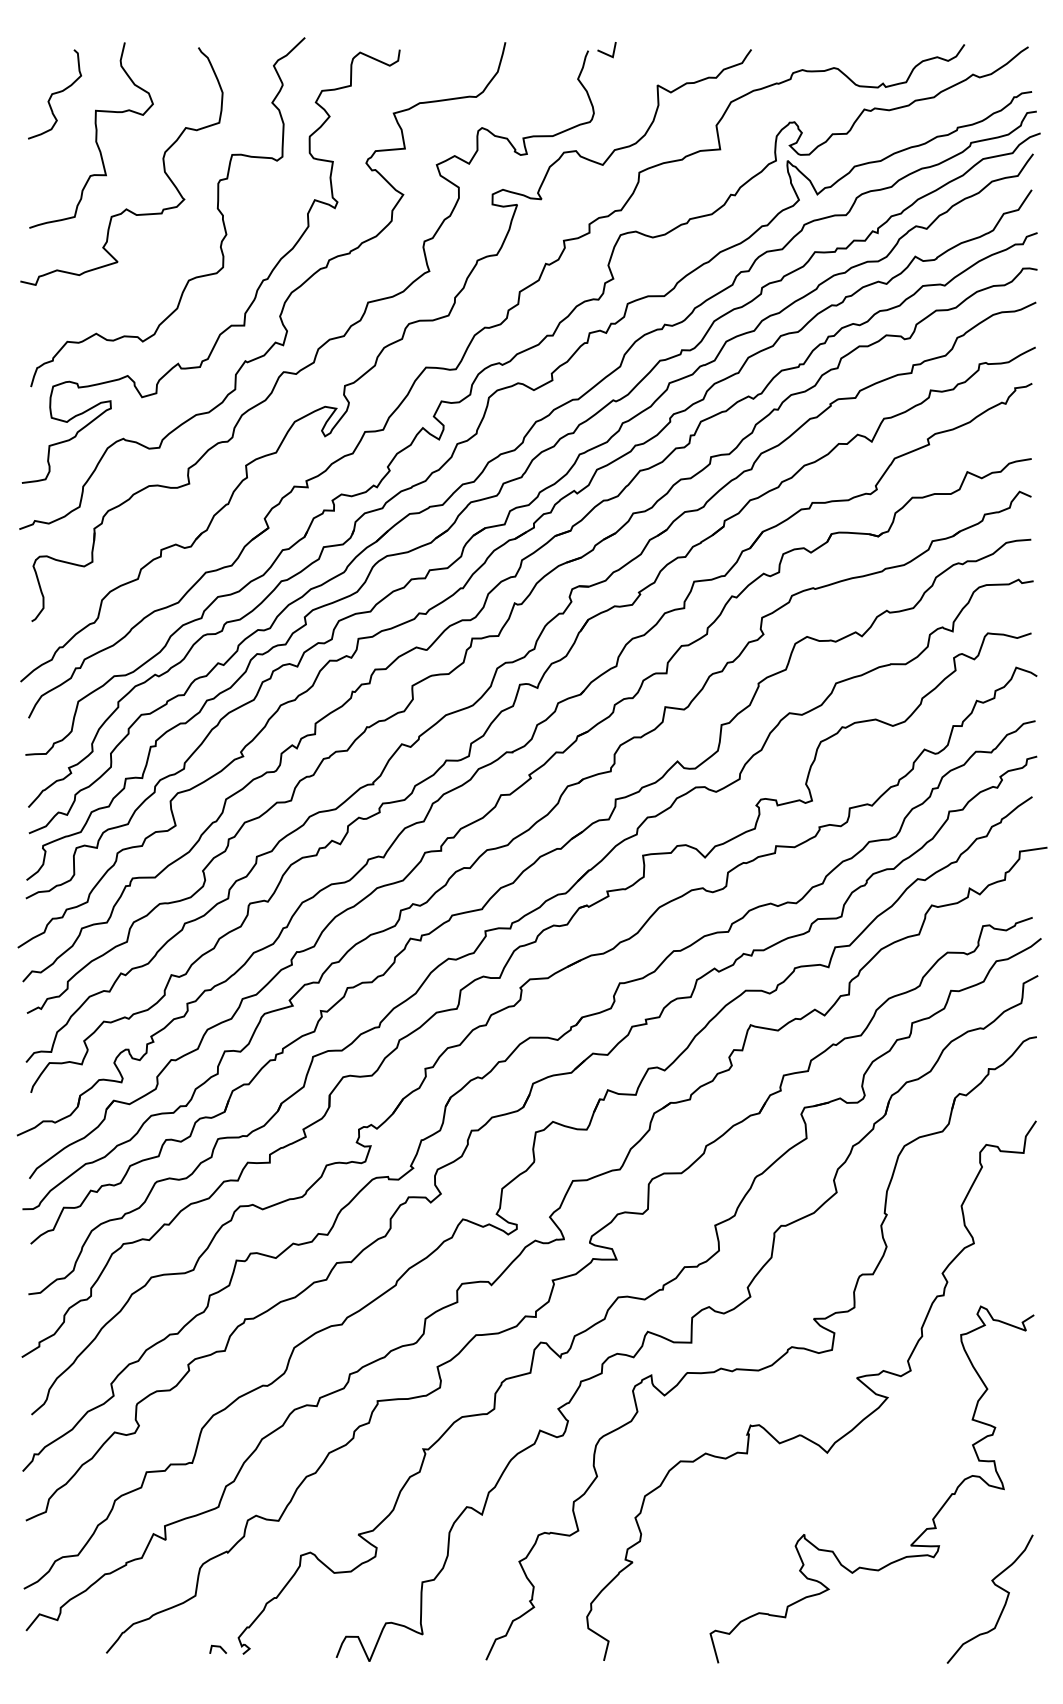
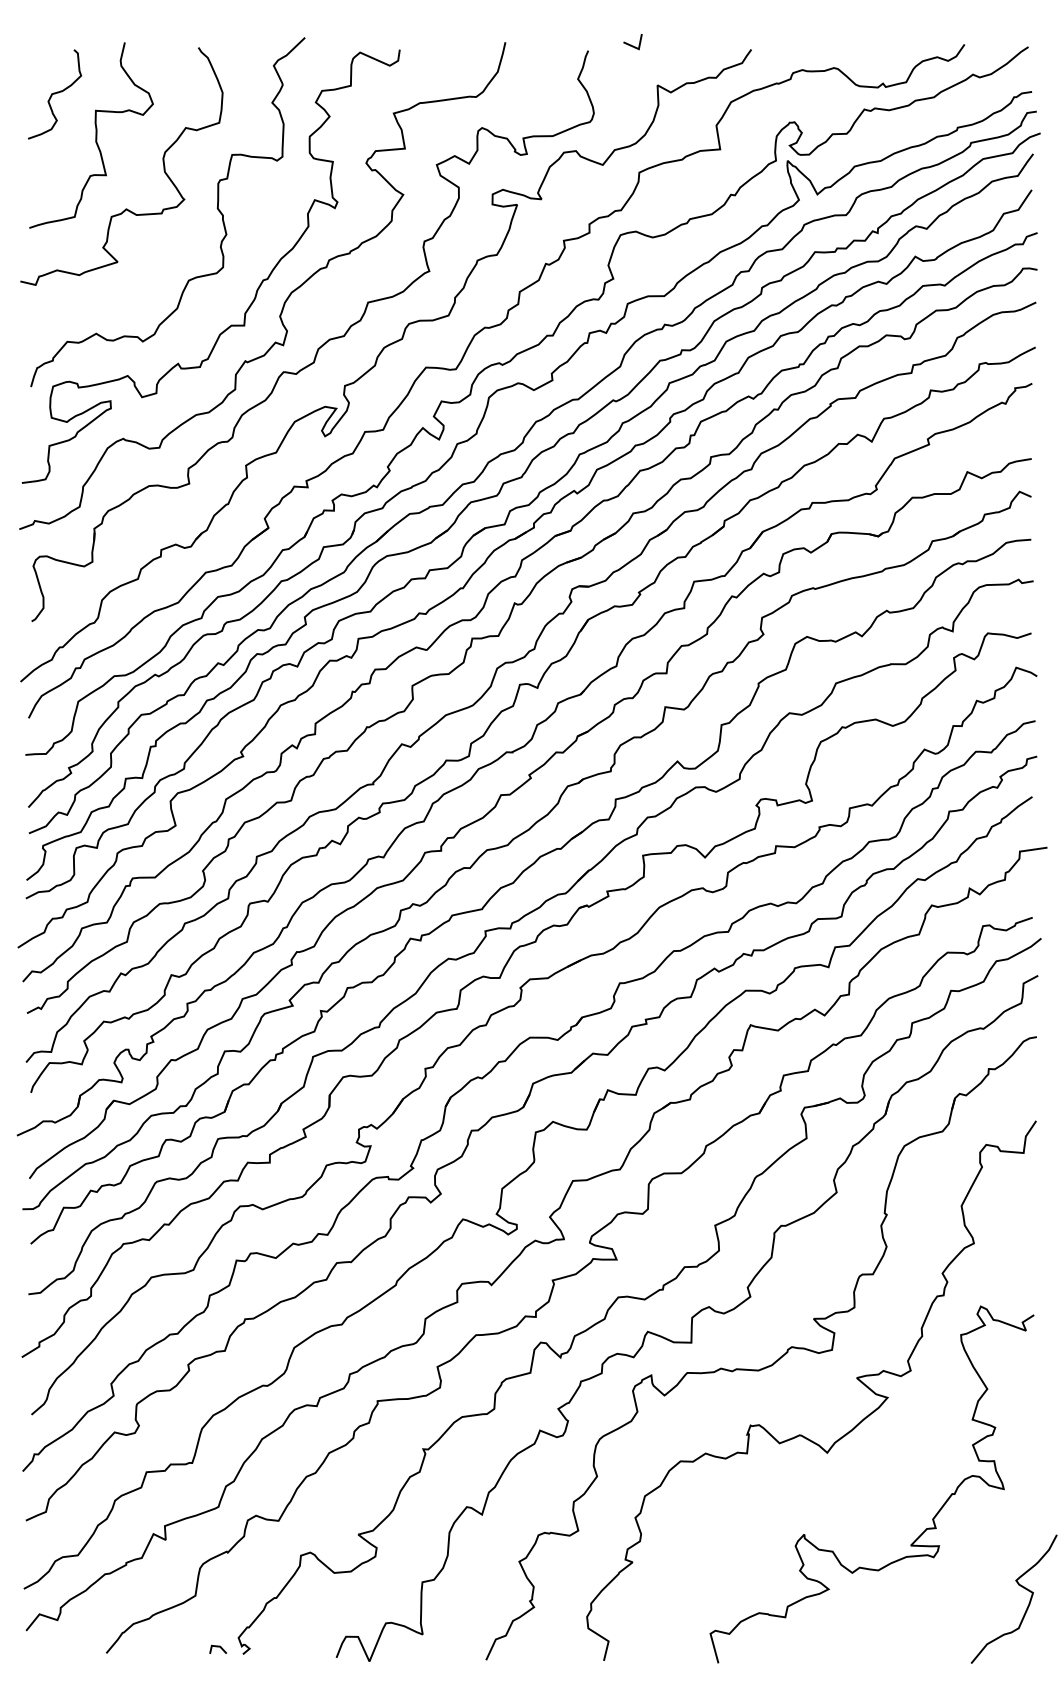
line at (605, 52) position: (605, 52) -> (631, 44)
curve at (997, 1587) position: (997, 1587) -> (1021, 1587)
